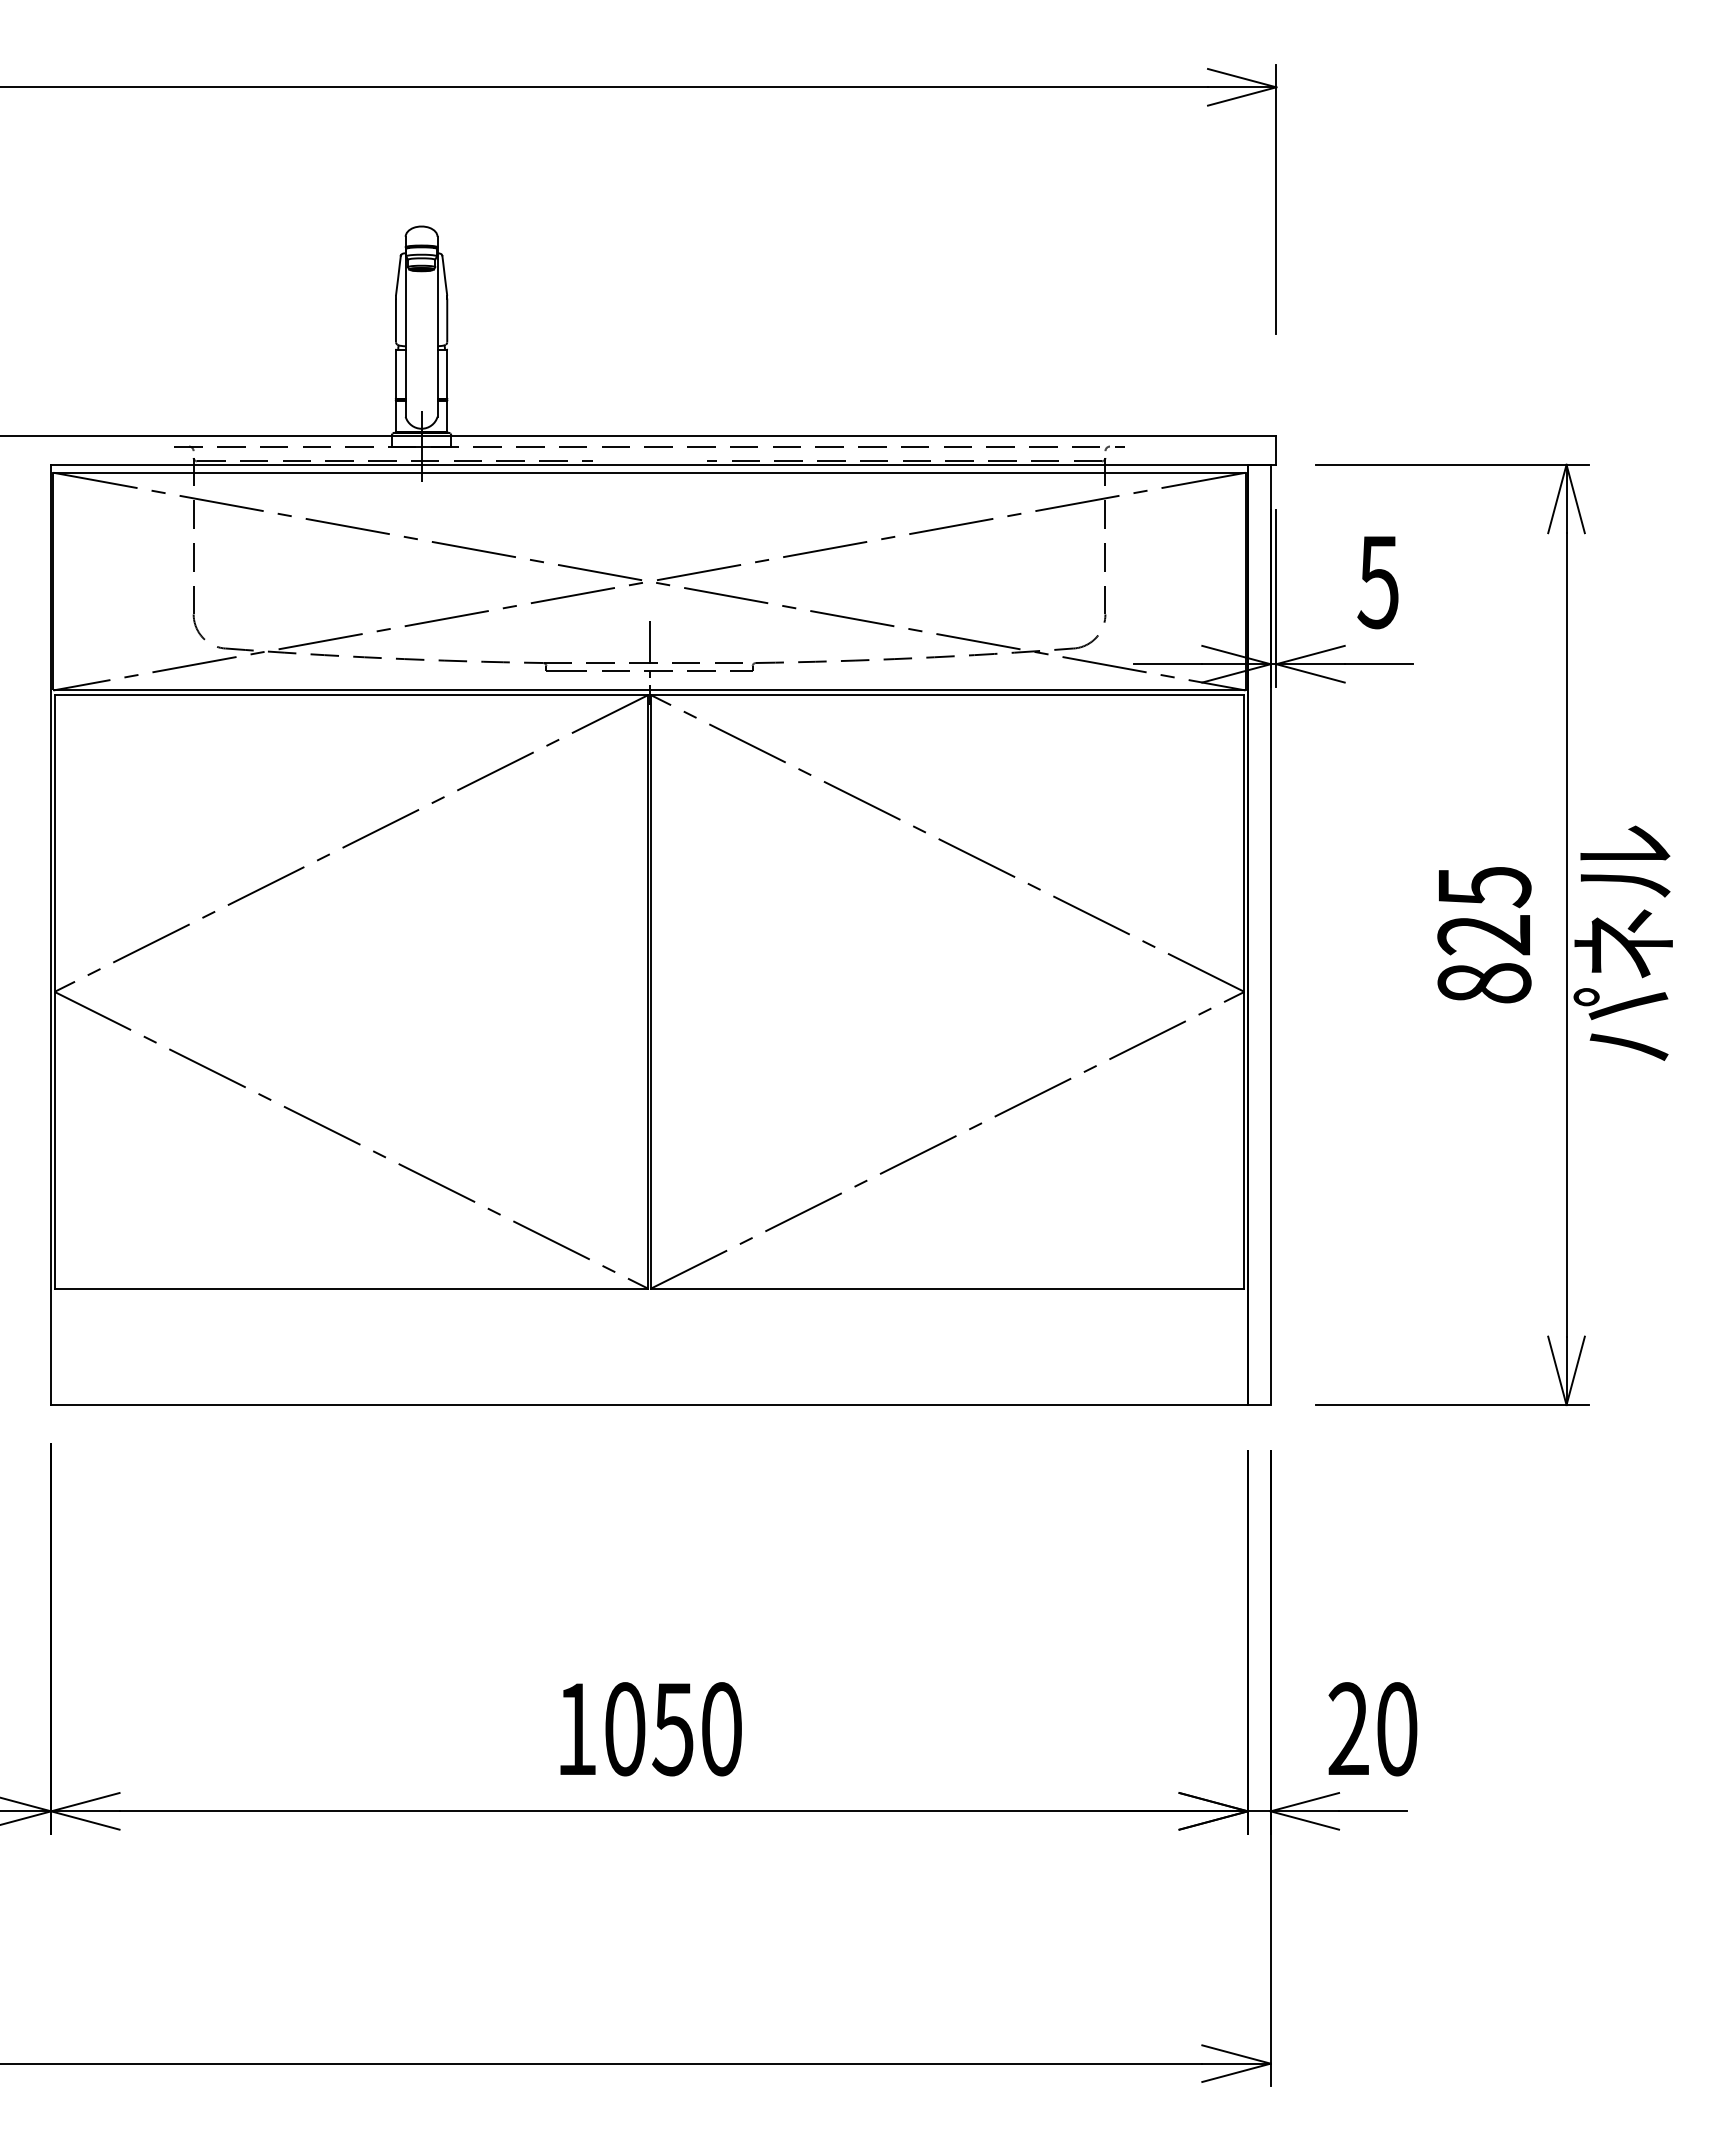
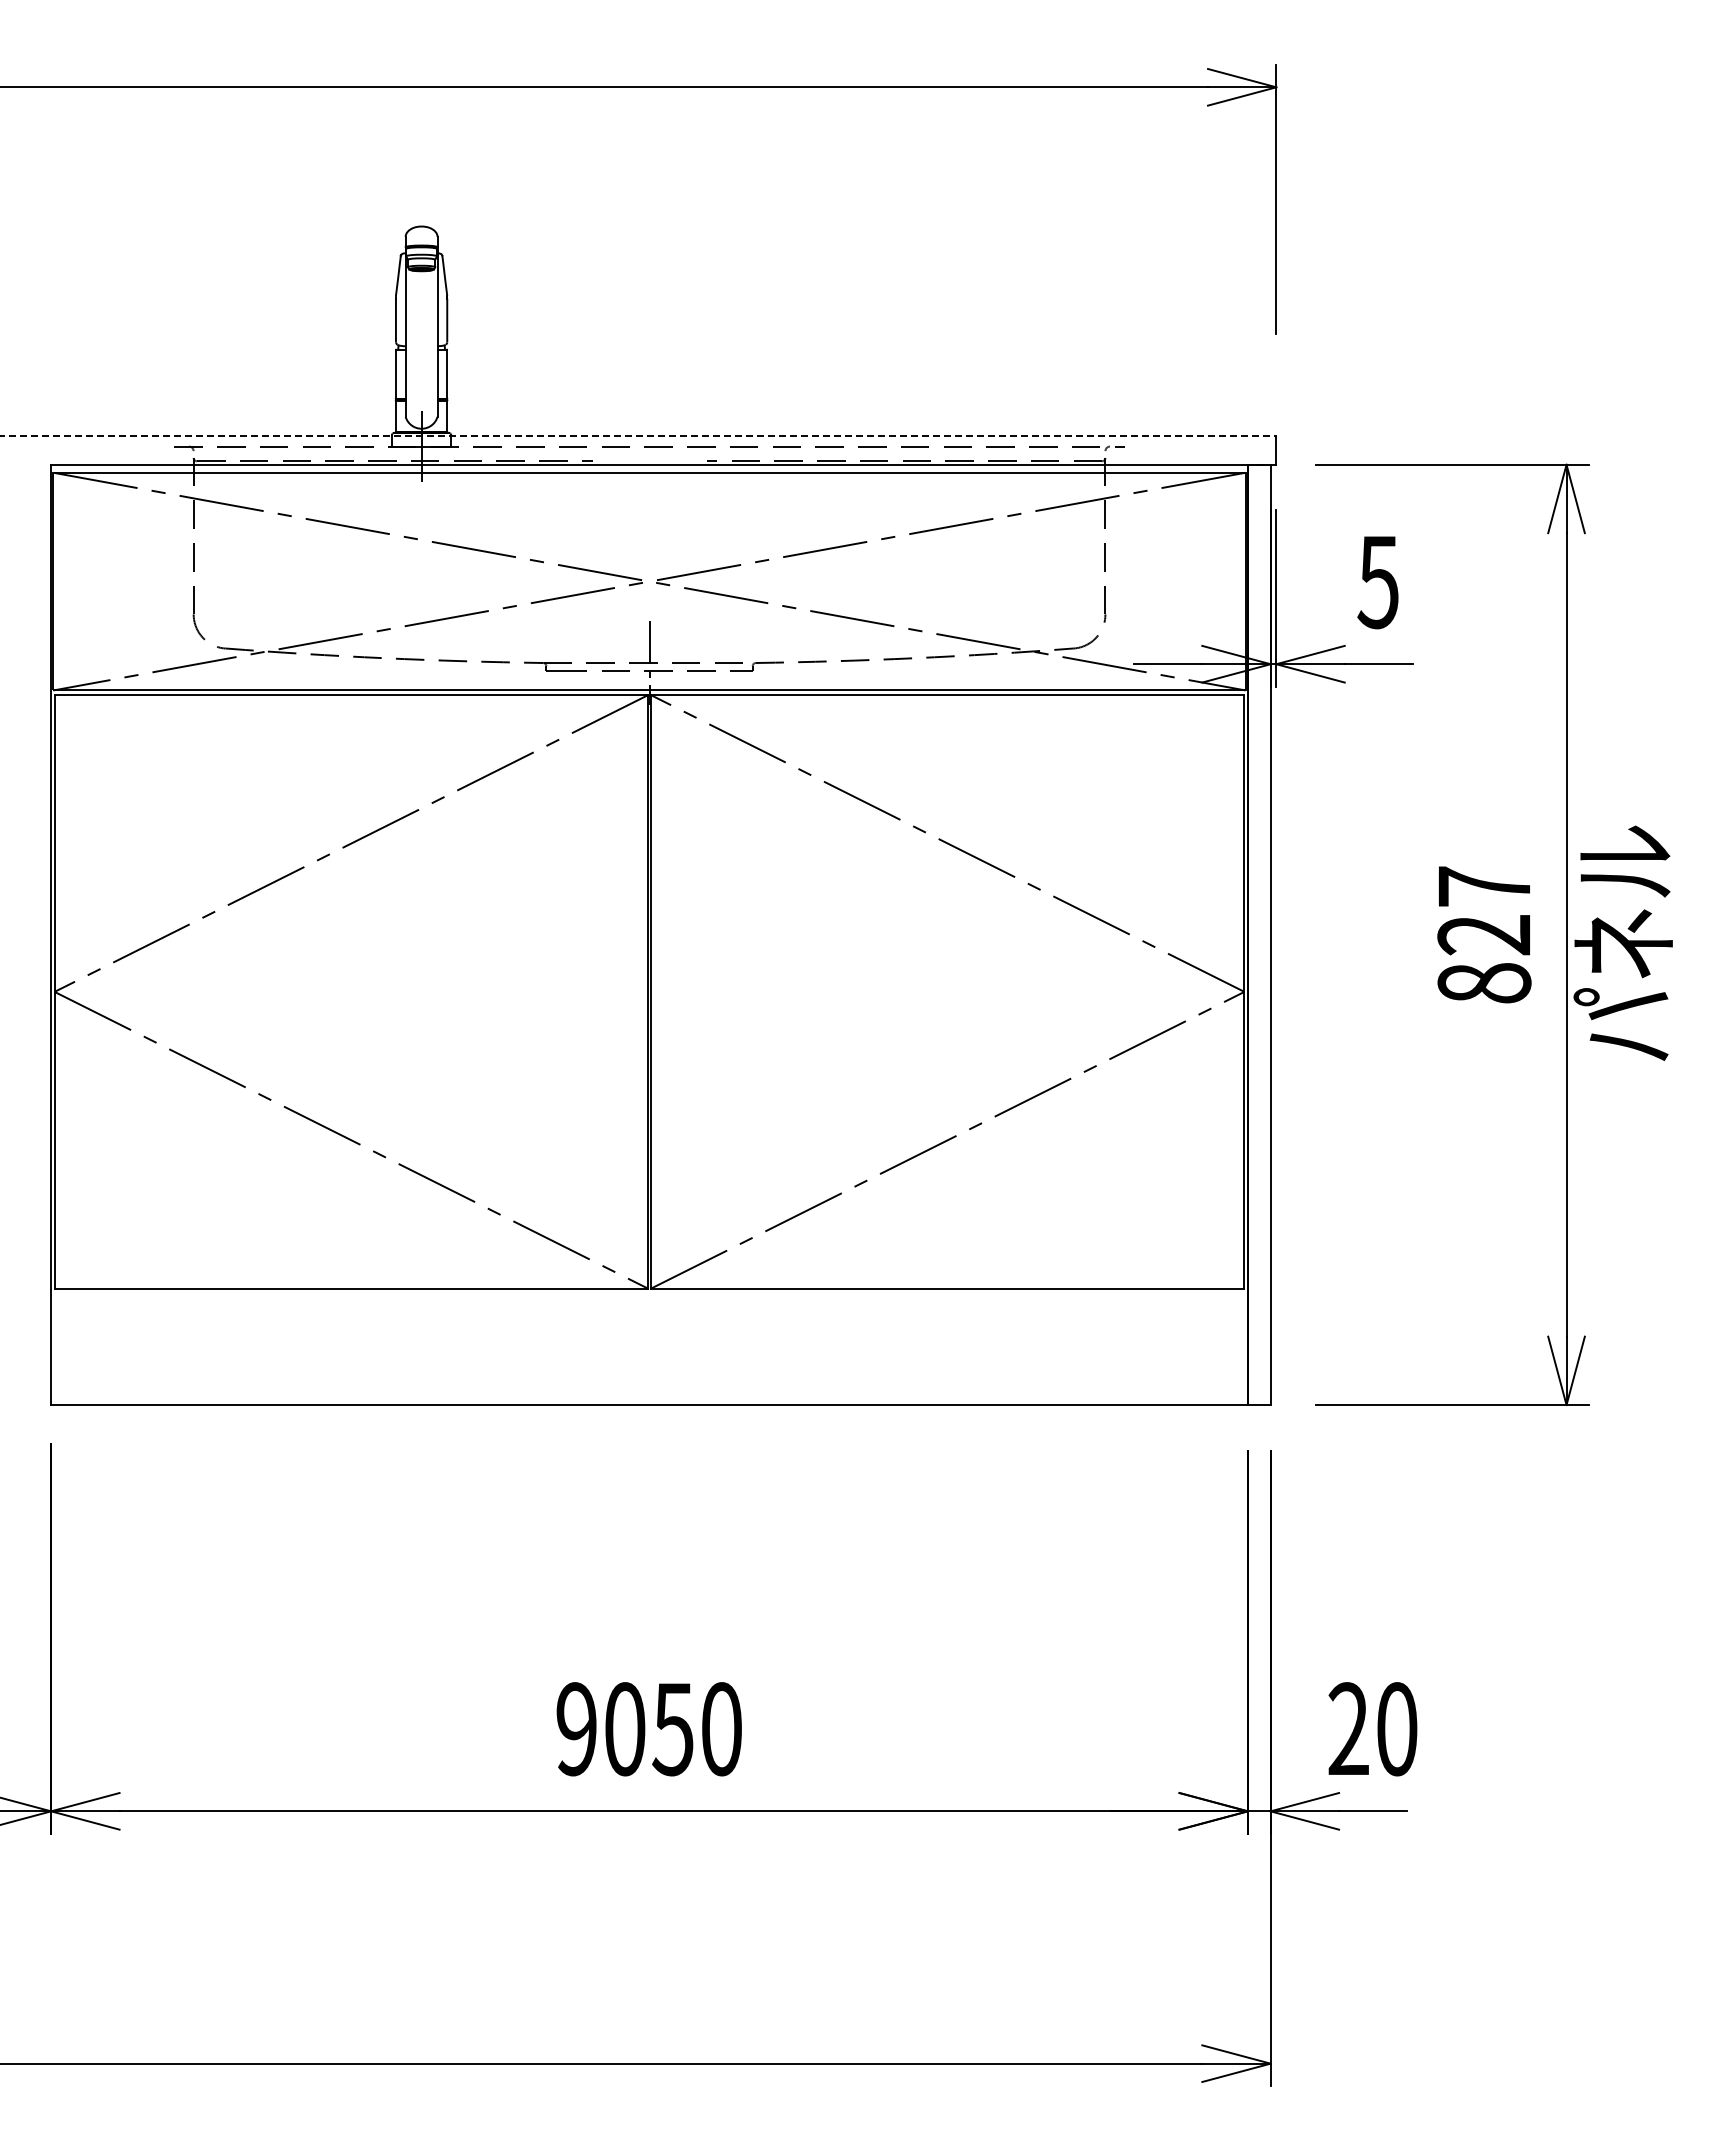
line at (638, 436): solid -> dashed
text at (1485, 887): 825 -> 827
text at (576, 1729): 1050 -> 9050
